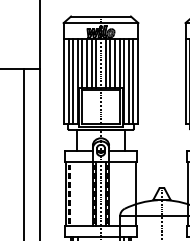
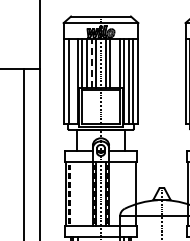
line at (91, 62): solid -> dashed
line at (114, 63): present -> none
line at (73, 81): present -> none
